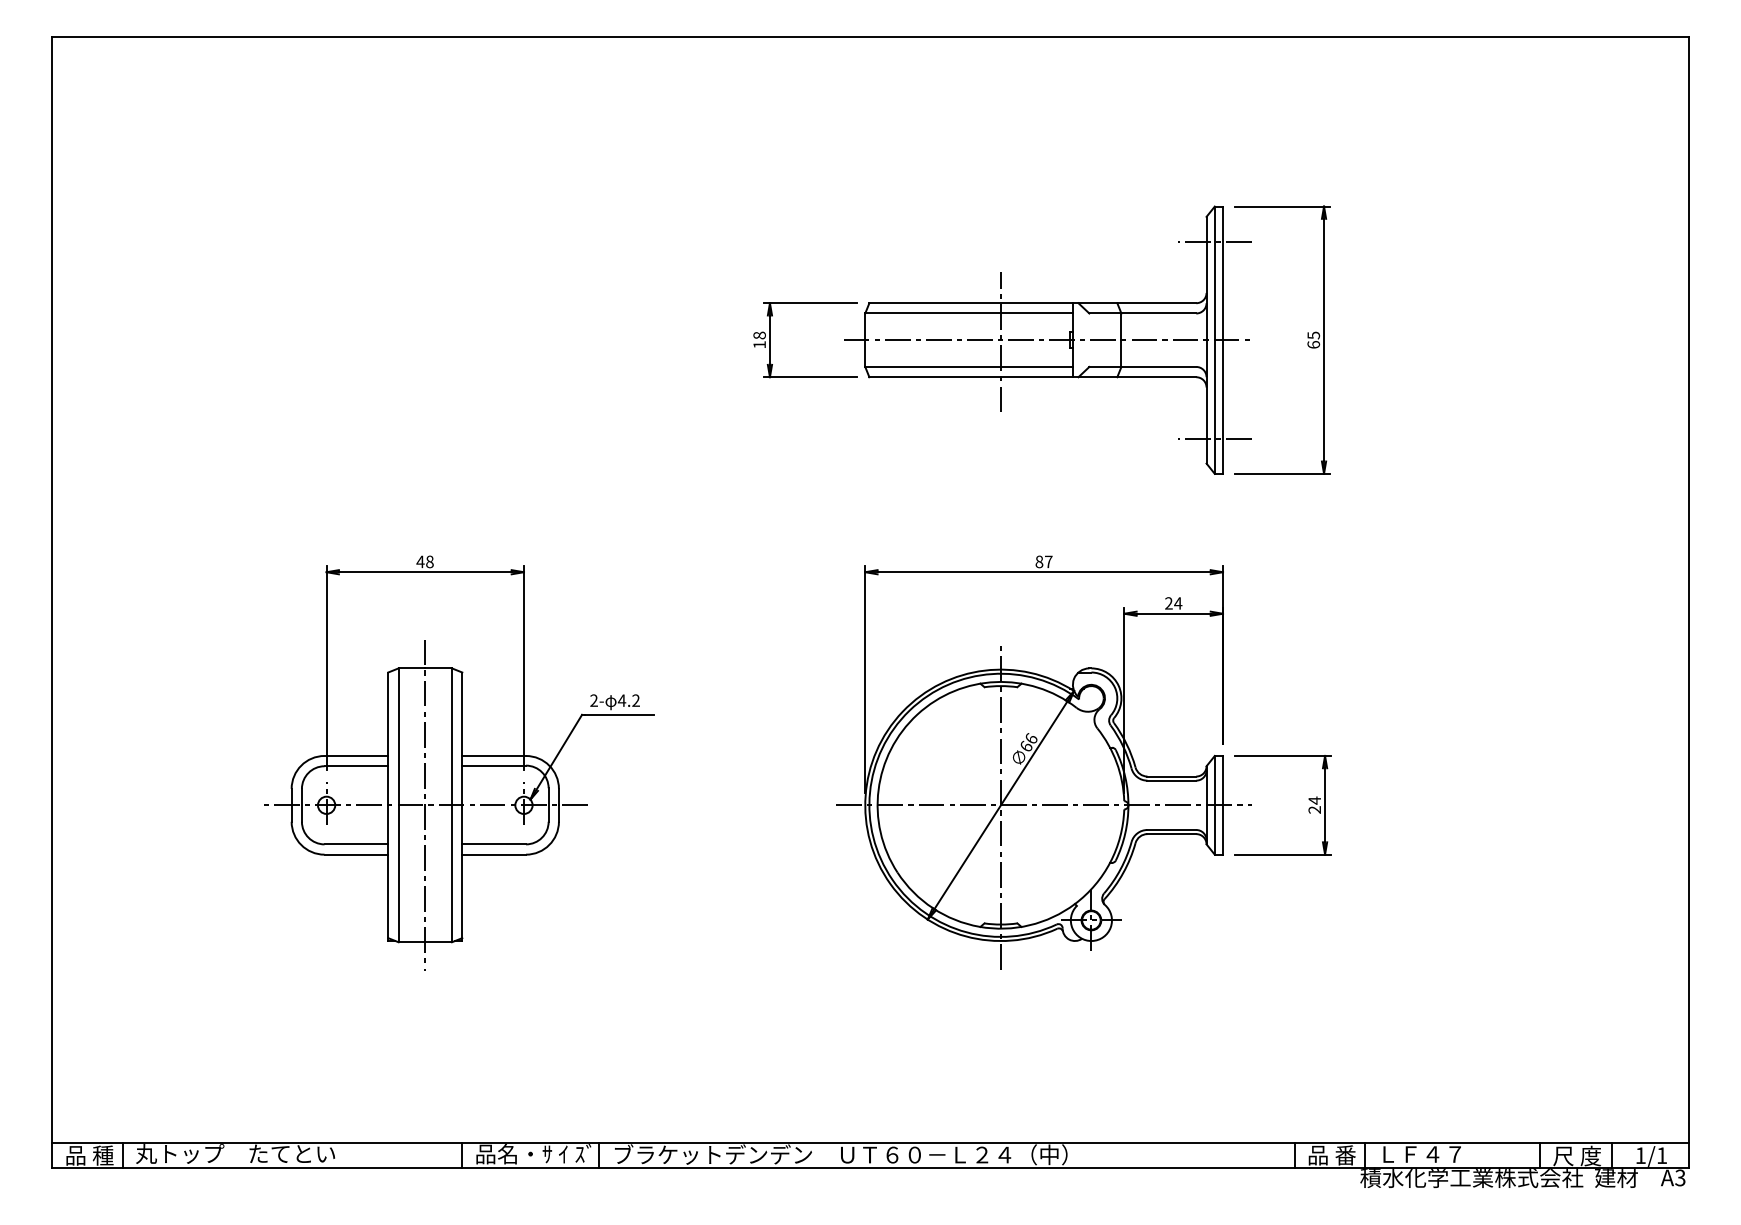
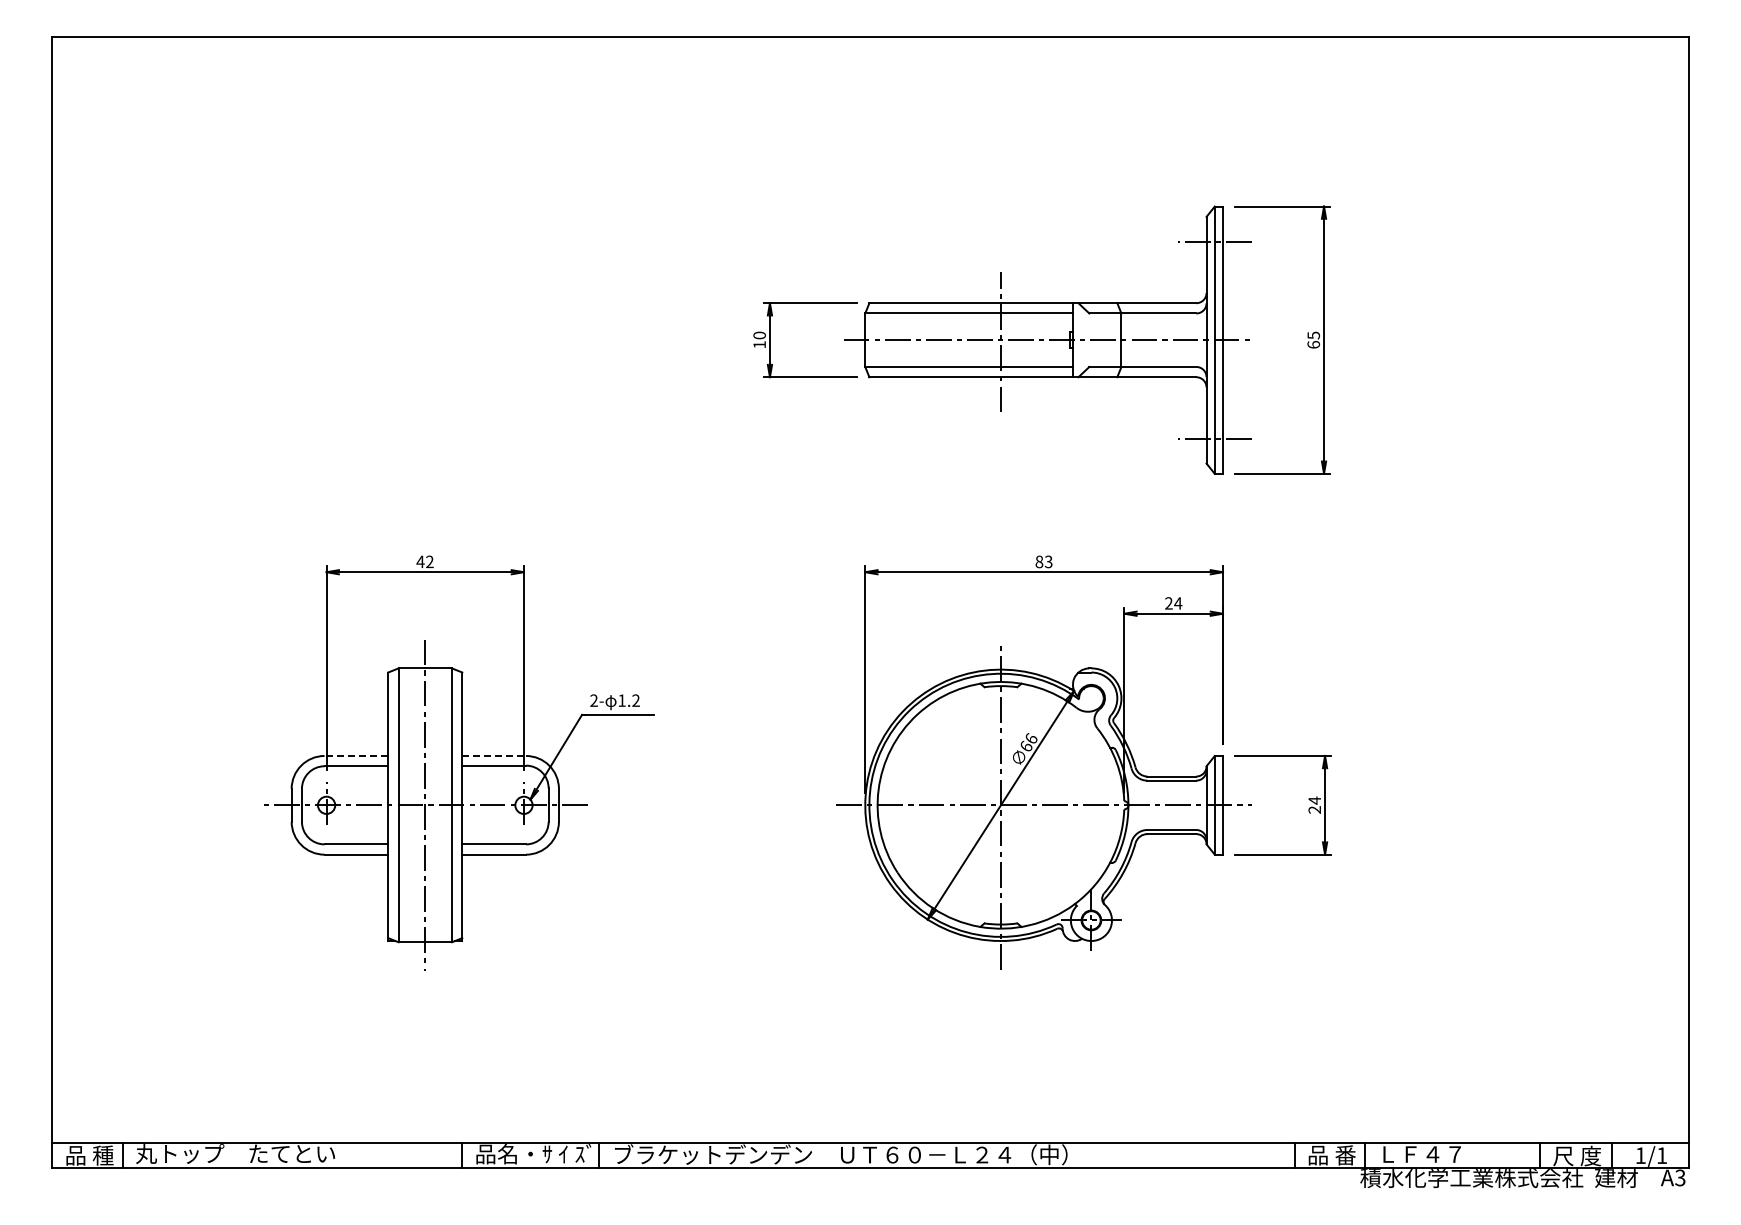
text at (759, 335): 18 -> 10
text at (429, 561): 48 -> 42
text at (1048, 561): 87 -> 83
text at (621, 700): 4.2 -> 1.2
line at (356, 755): solid -> dashed
line at (494, 755): solid -> dashed
